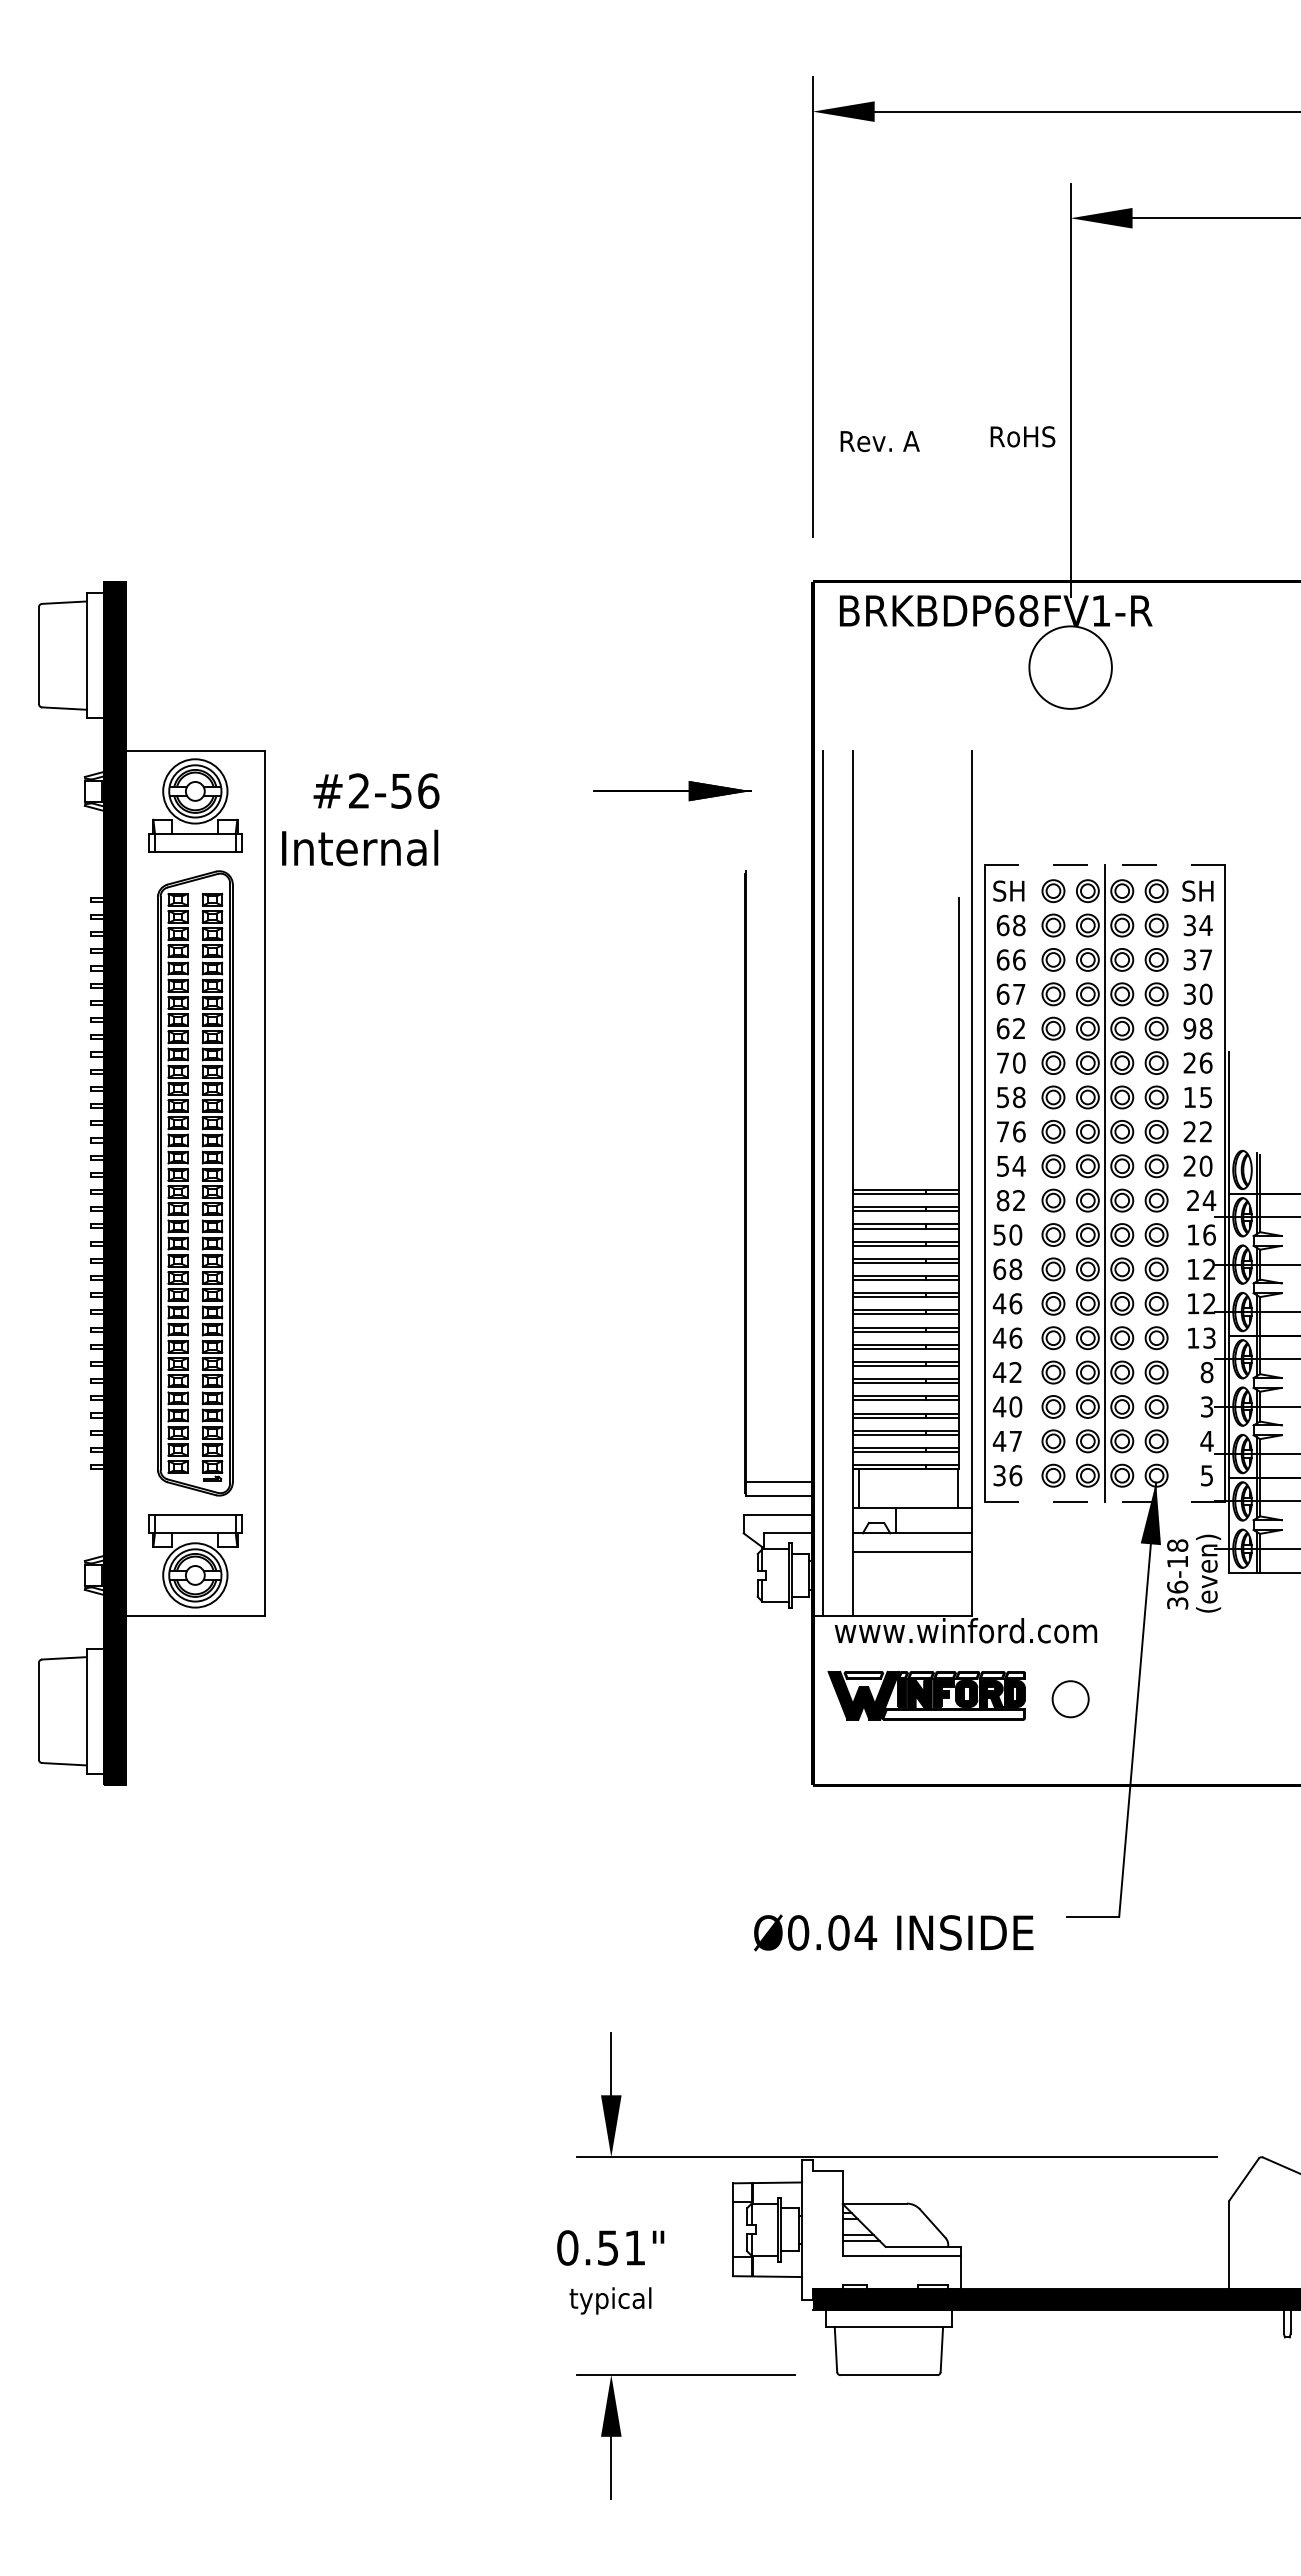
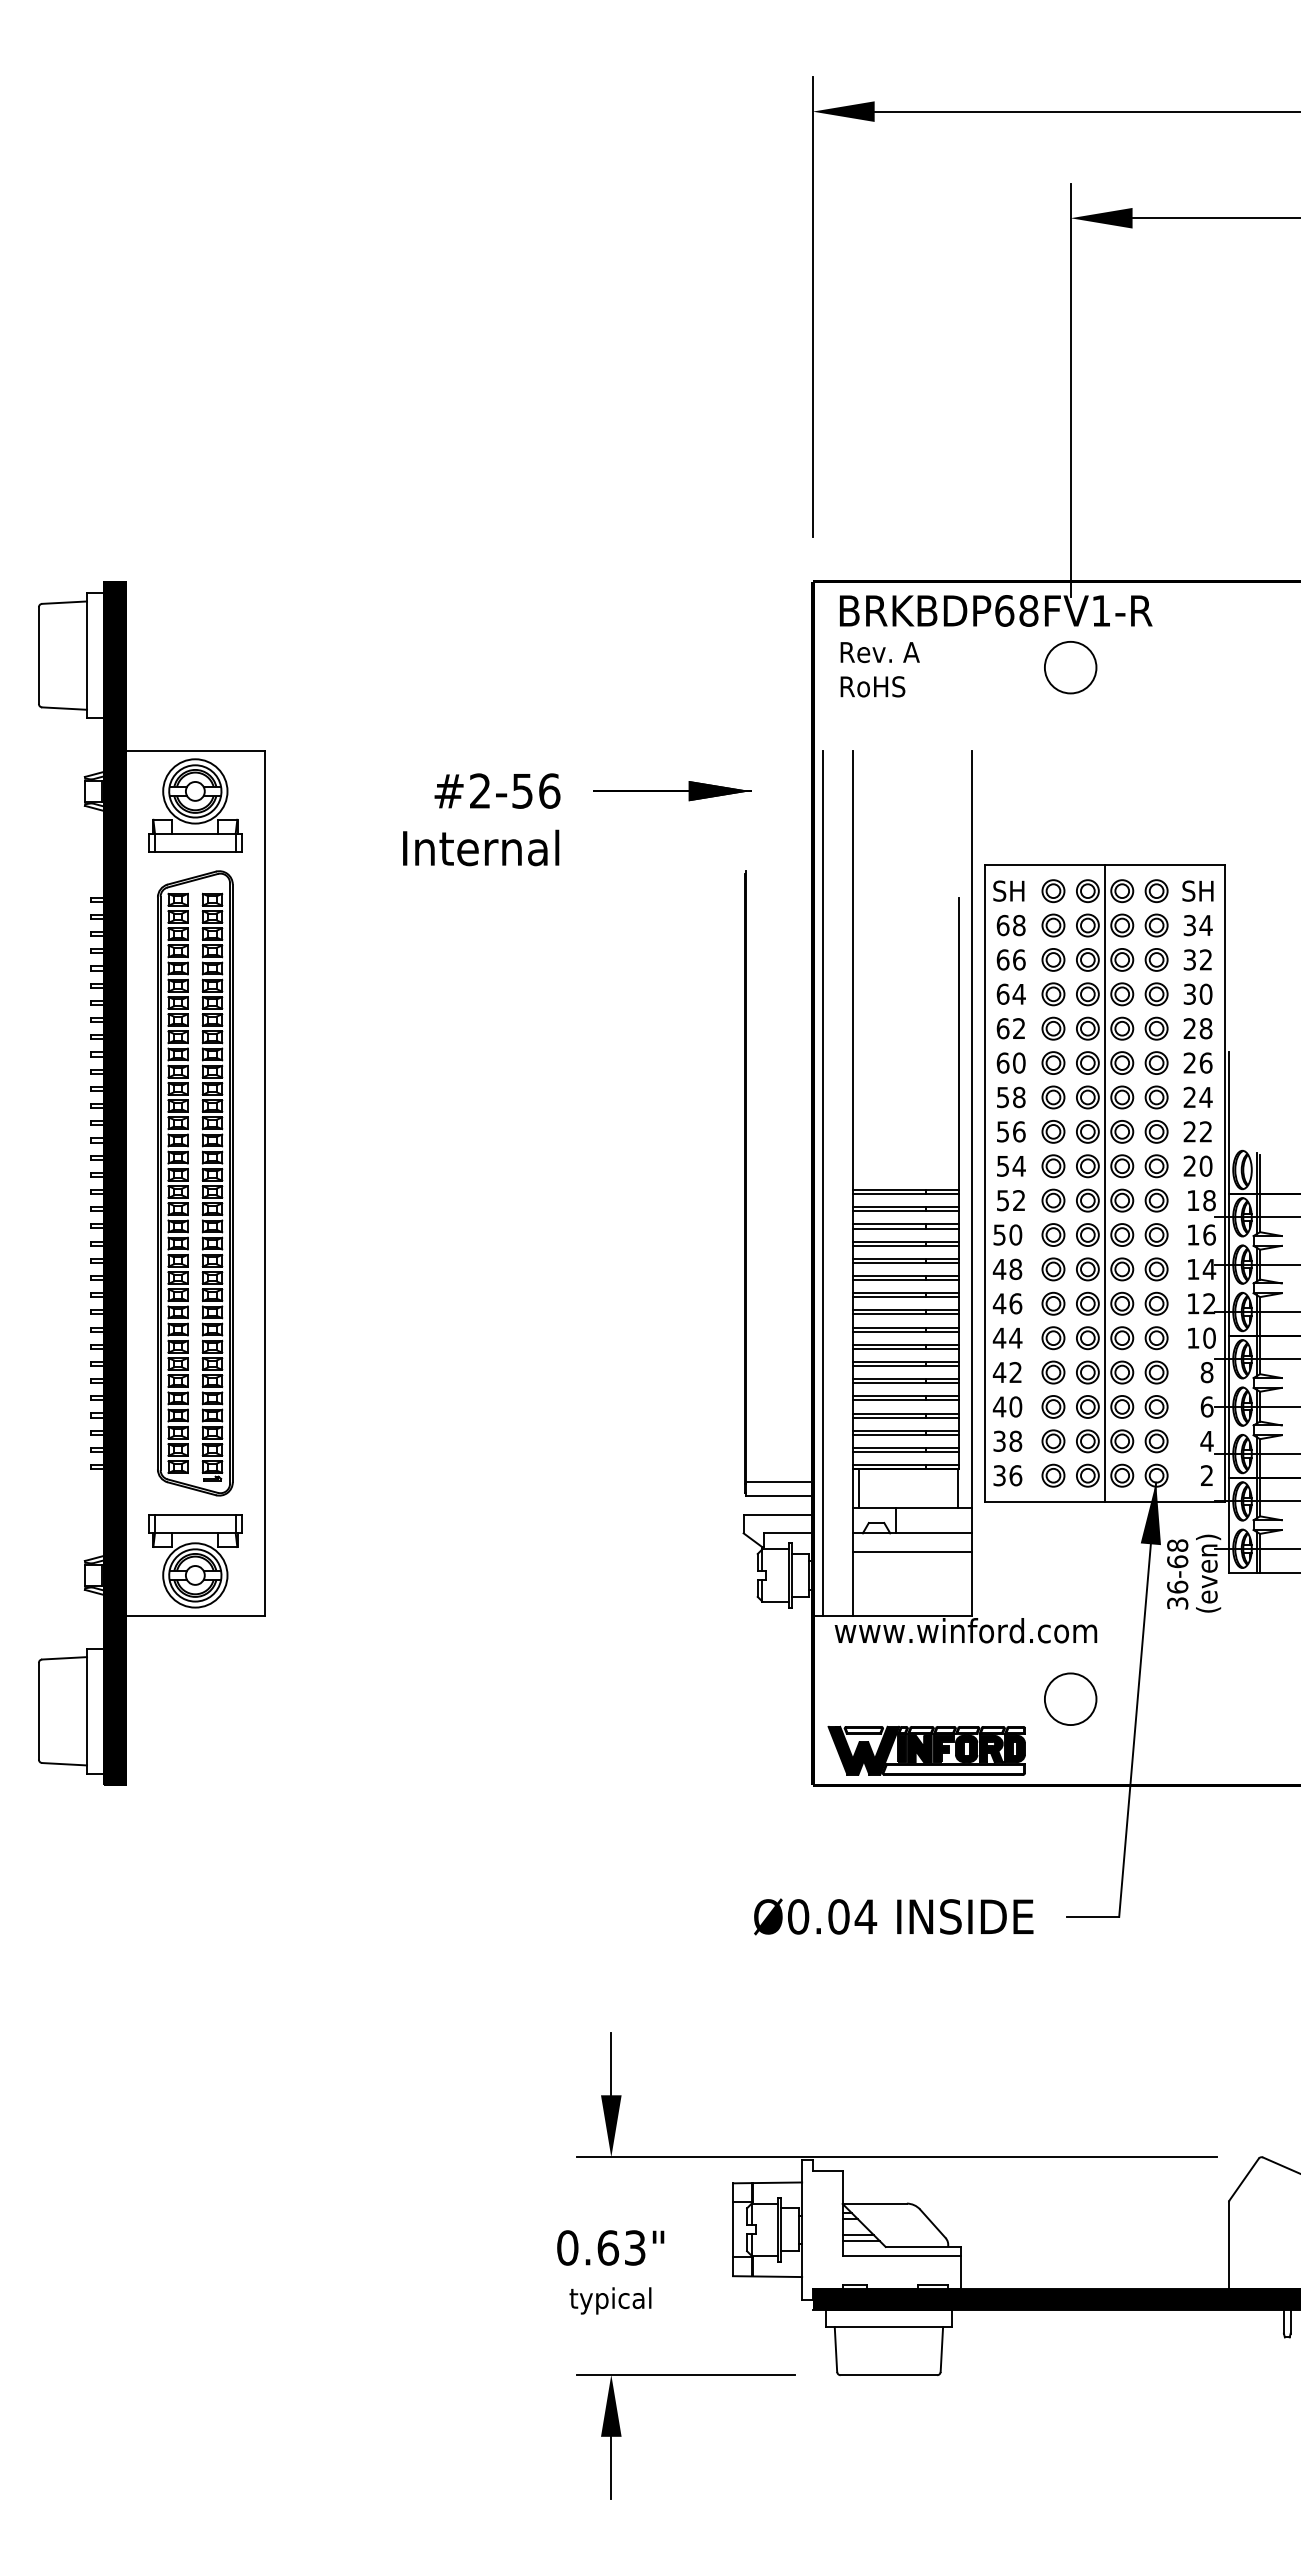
text at (1022, 436) position: (1022, 436) -> (872, 686)
text at (879, 441) position: (879, 441) -> (879, 652)
circle at (1070, 667) diameter: 83 px -> 52 px
text at (360, 819) position: (360, 819) -> (481, 819)
line at (1105, 865): dashed -> solid
text at (1205, 959): 37 -> 32
text at (1018, 994): 67 -> 64
text at (1189, 1028): 98 -> 28
text at (1002, 1062): 70 -> 60
text at (1197, 1097): 15 -> 24
text at (1002, 1131): 76 -> 56
text at (1002, 1200): 82 -> 52
text at (1201, 1200): 24 -> 18
text at (999, 1268): 68 -> 48
text at (1209, 1268): 12 -> 14
text at (1015, 1337): 46 -> 44
text at (1209, 1337): 13 -> 10
text at (1206, 1406): 3 -> 6
text at (1007, 1440): 47 -> 38
text at (1206, 1475): 5 -> 2
line at (1105, 1501): dashed -> solid
text at (1177, 1561): 36-18 -> 36-68
part at (926, 1695) position: (926, 1695) -> (926, 1750)
circle at (1070, 1699) diameter: 36 px -> 52 px
text at (893, 1932) position: (893, 1932) -> (893, 1916)
text at (621, 2247): 0.51" -> 0.63"
